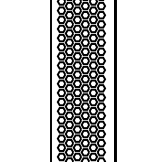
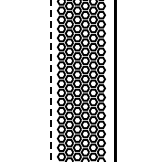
line at (50, 81): solid -> dashed
